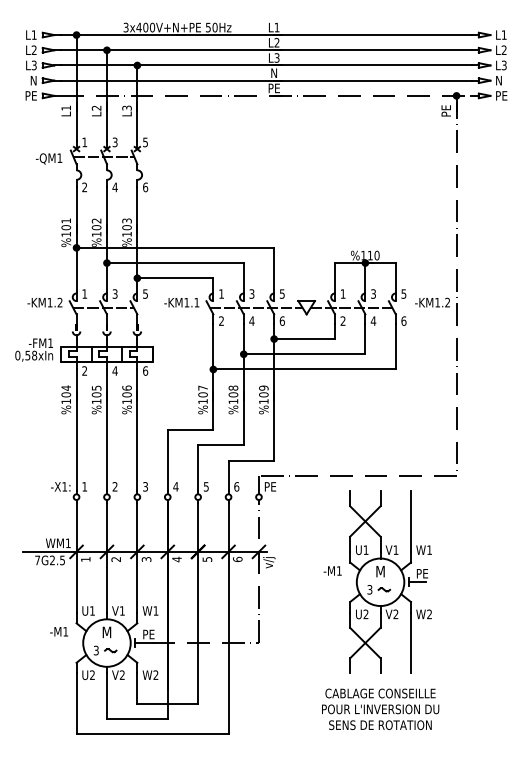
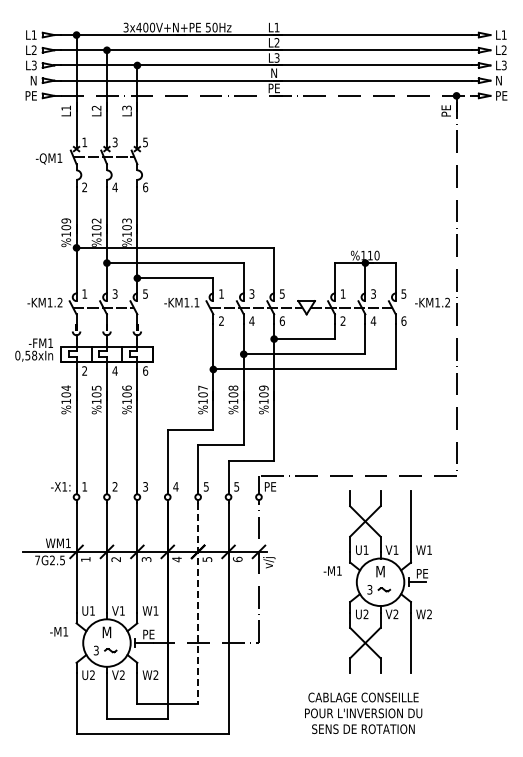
text at (66, 220): %101 -> %109
text at (236, 486): 6 -> 5
line at (198, 604): solid -> dashed
text at (380, 708) position: (380, 708) -> (363, 712)
